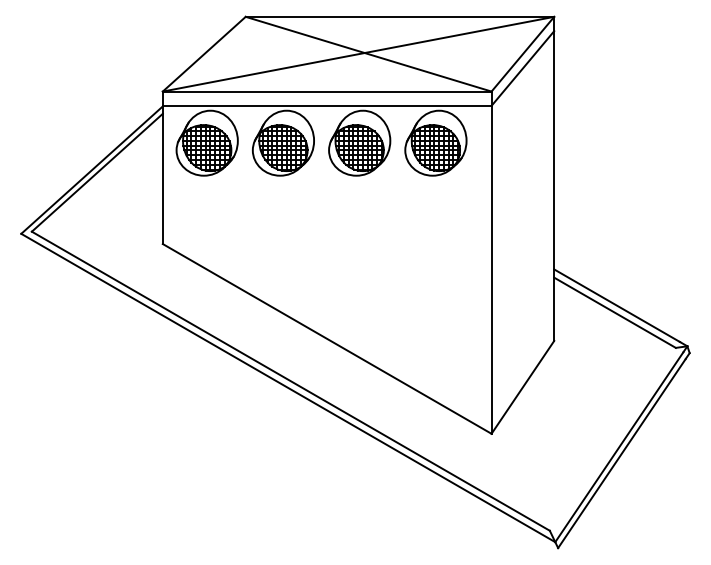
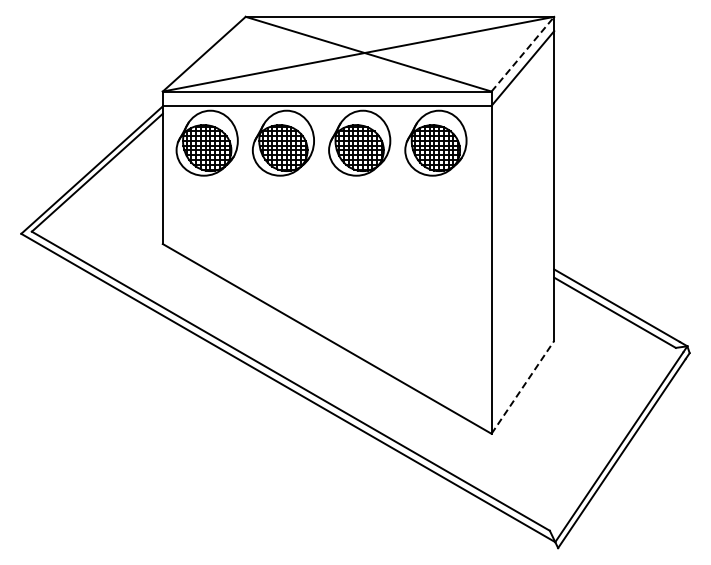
line at (522, 54): solid -> dashed
line at (523, 386): solid -> dashed
